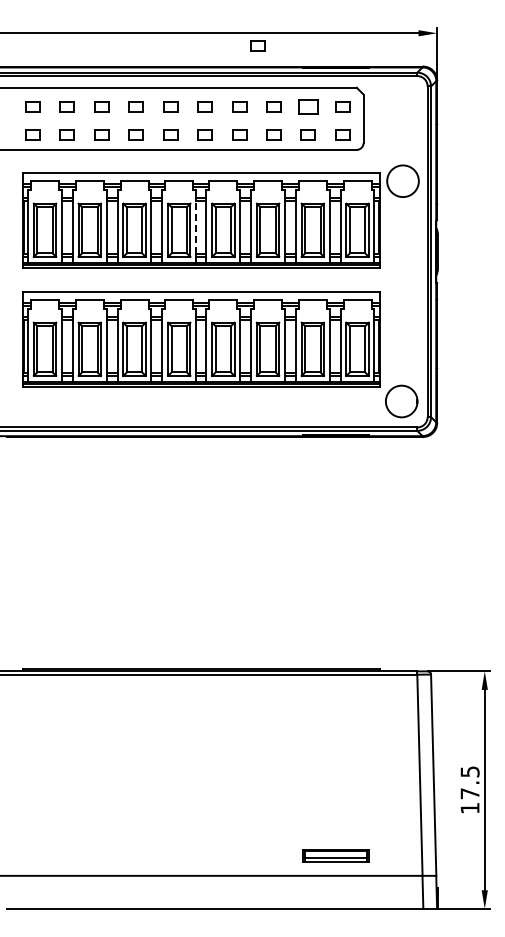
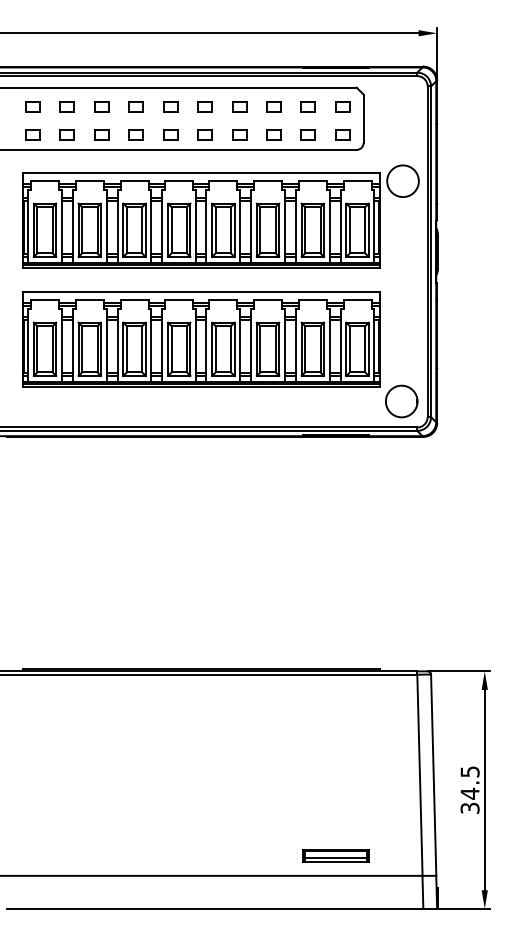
part at (257, 45): present -> none
part at (308, 106) size: 21x16 px -> 16x12 px
line at (196, 227): dashed -> solid
text at (469, 800): 17.5 -> 34.5
